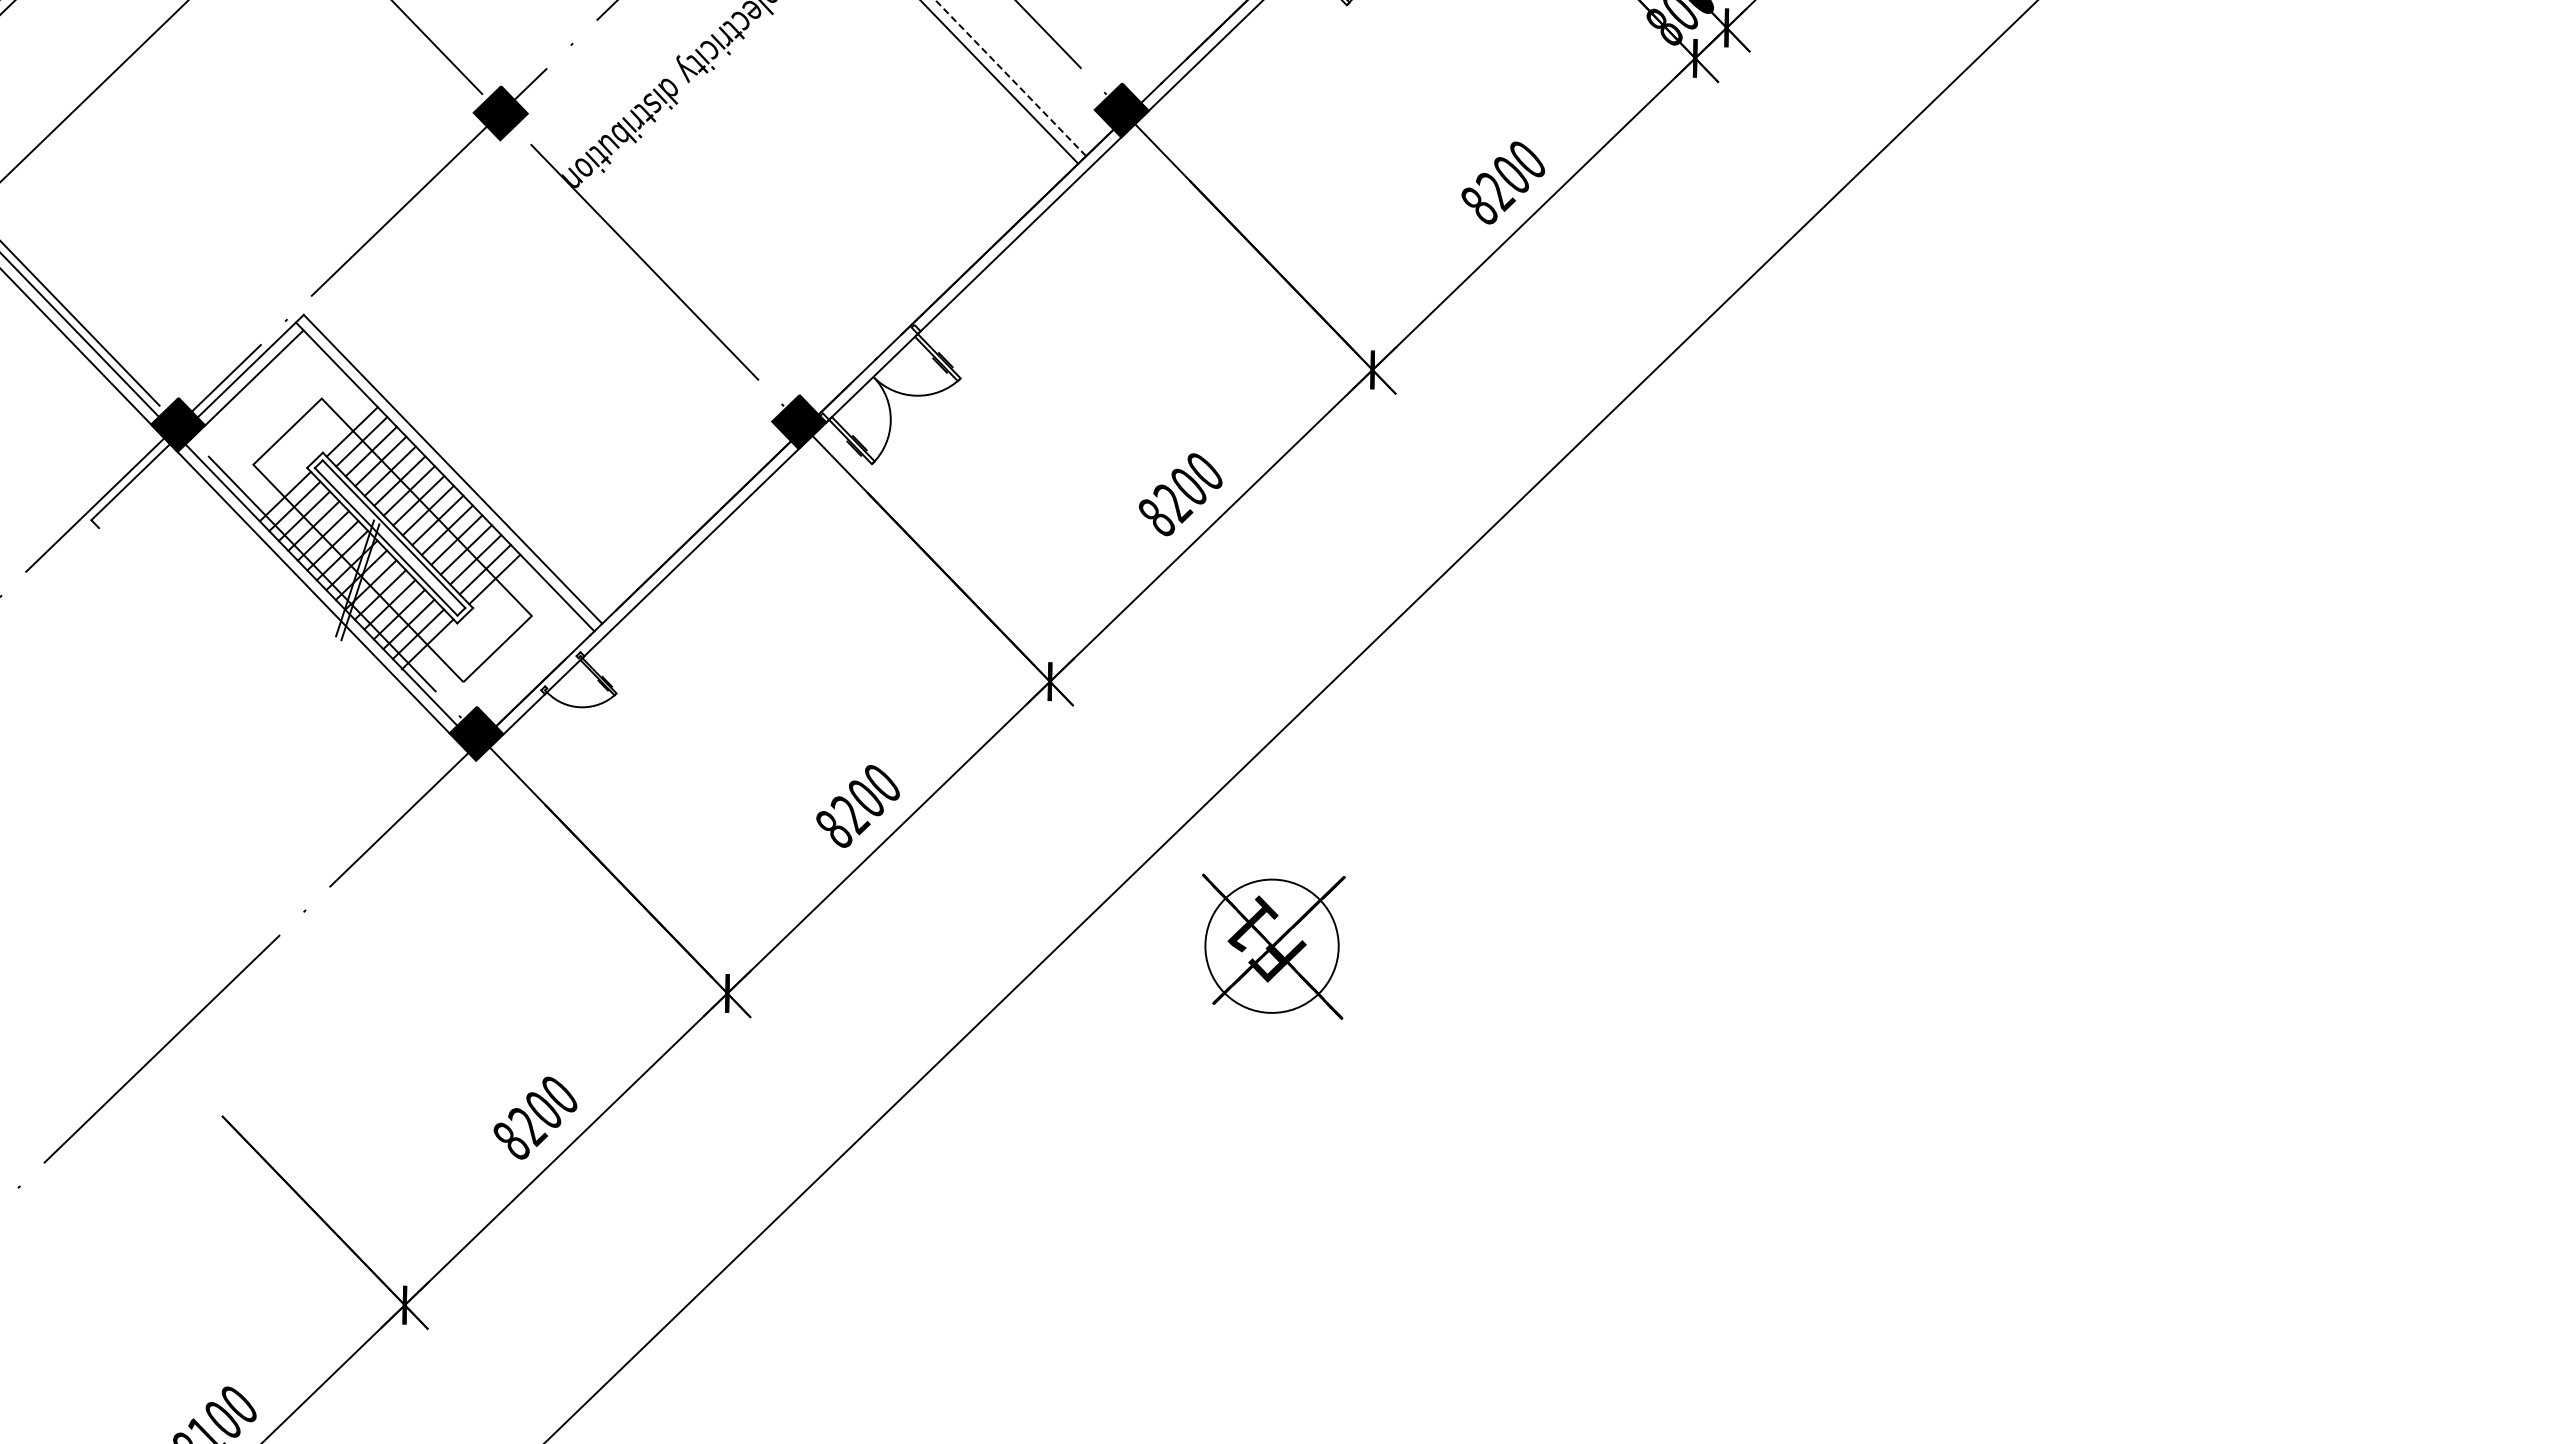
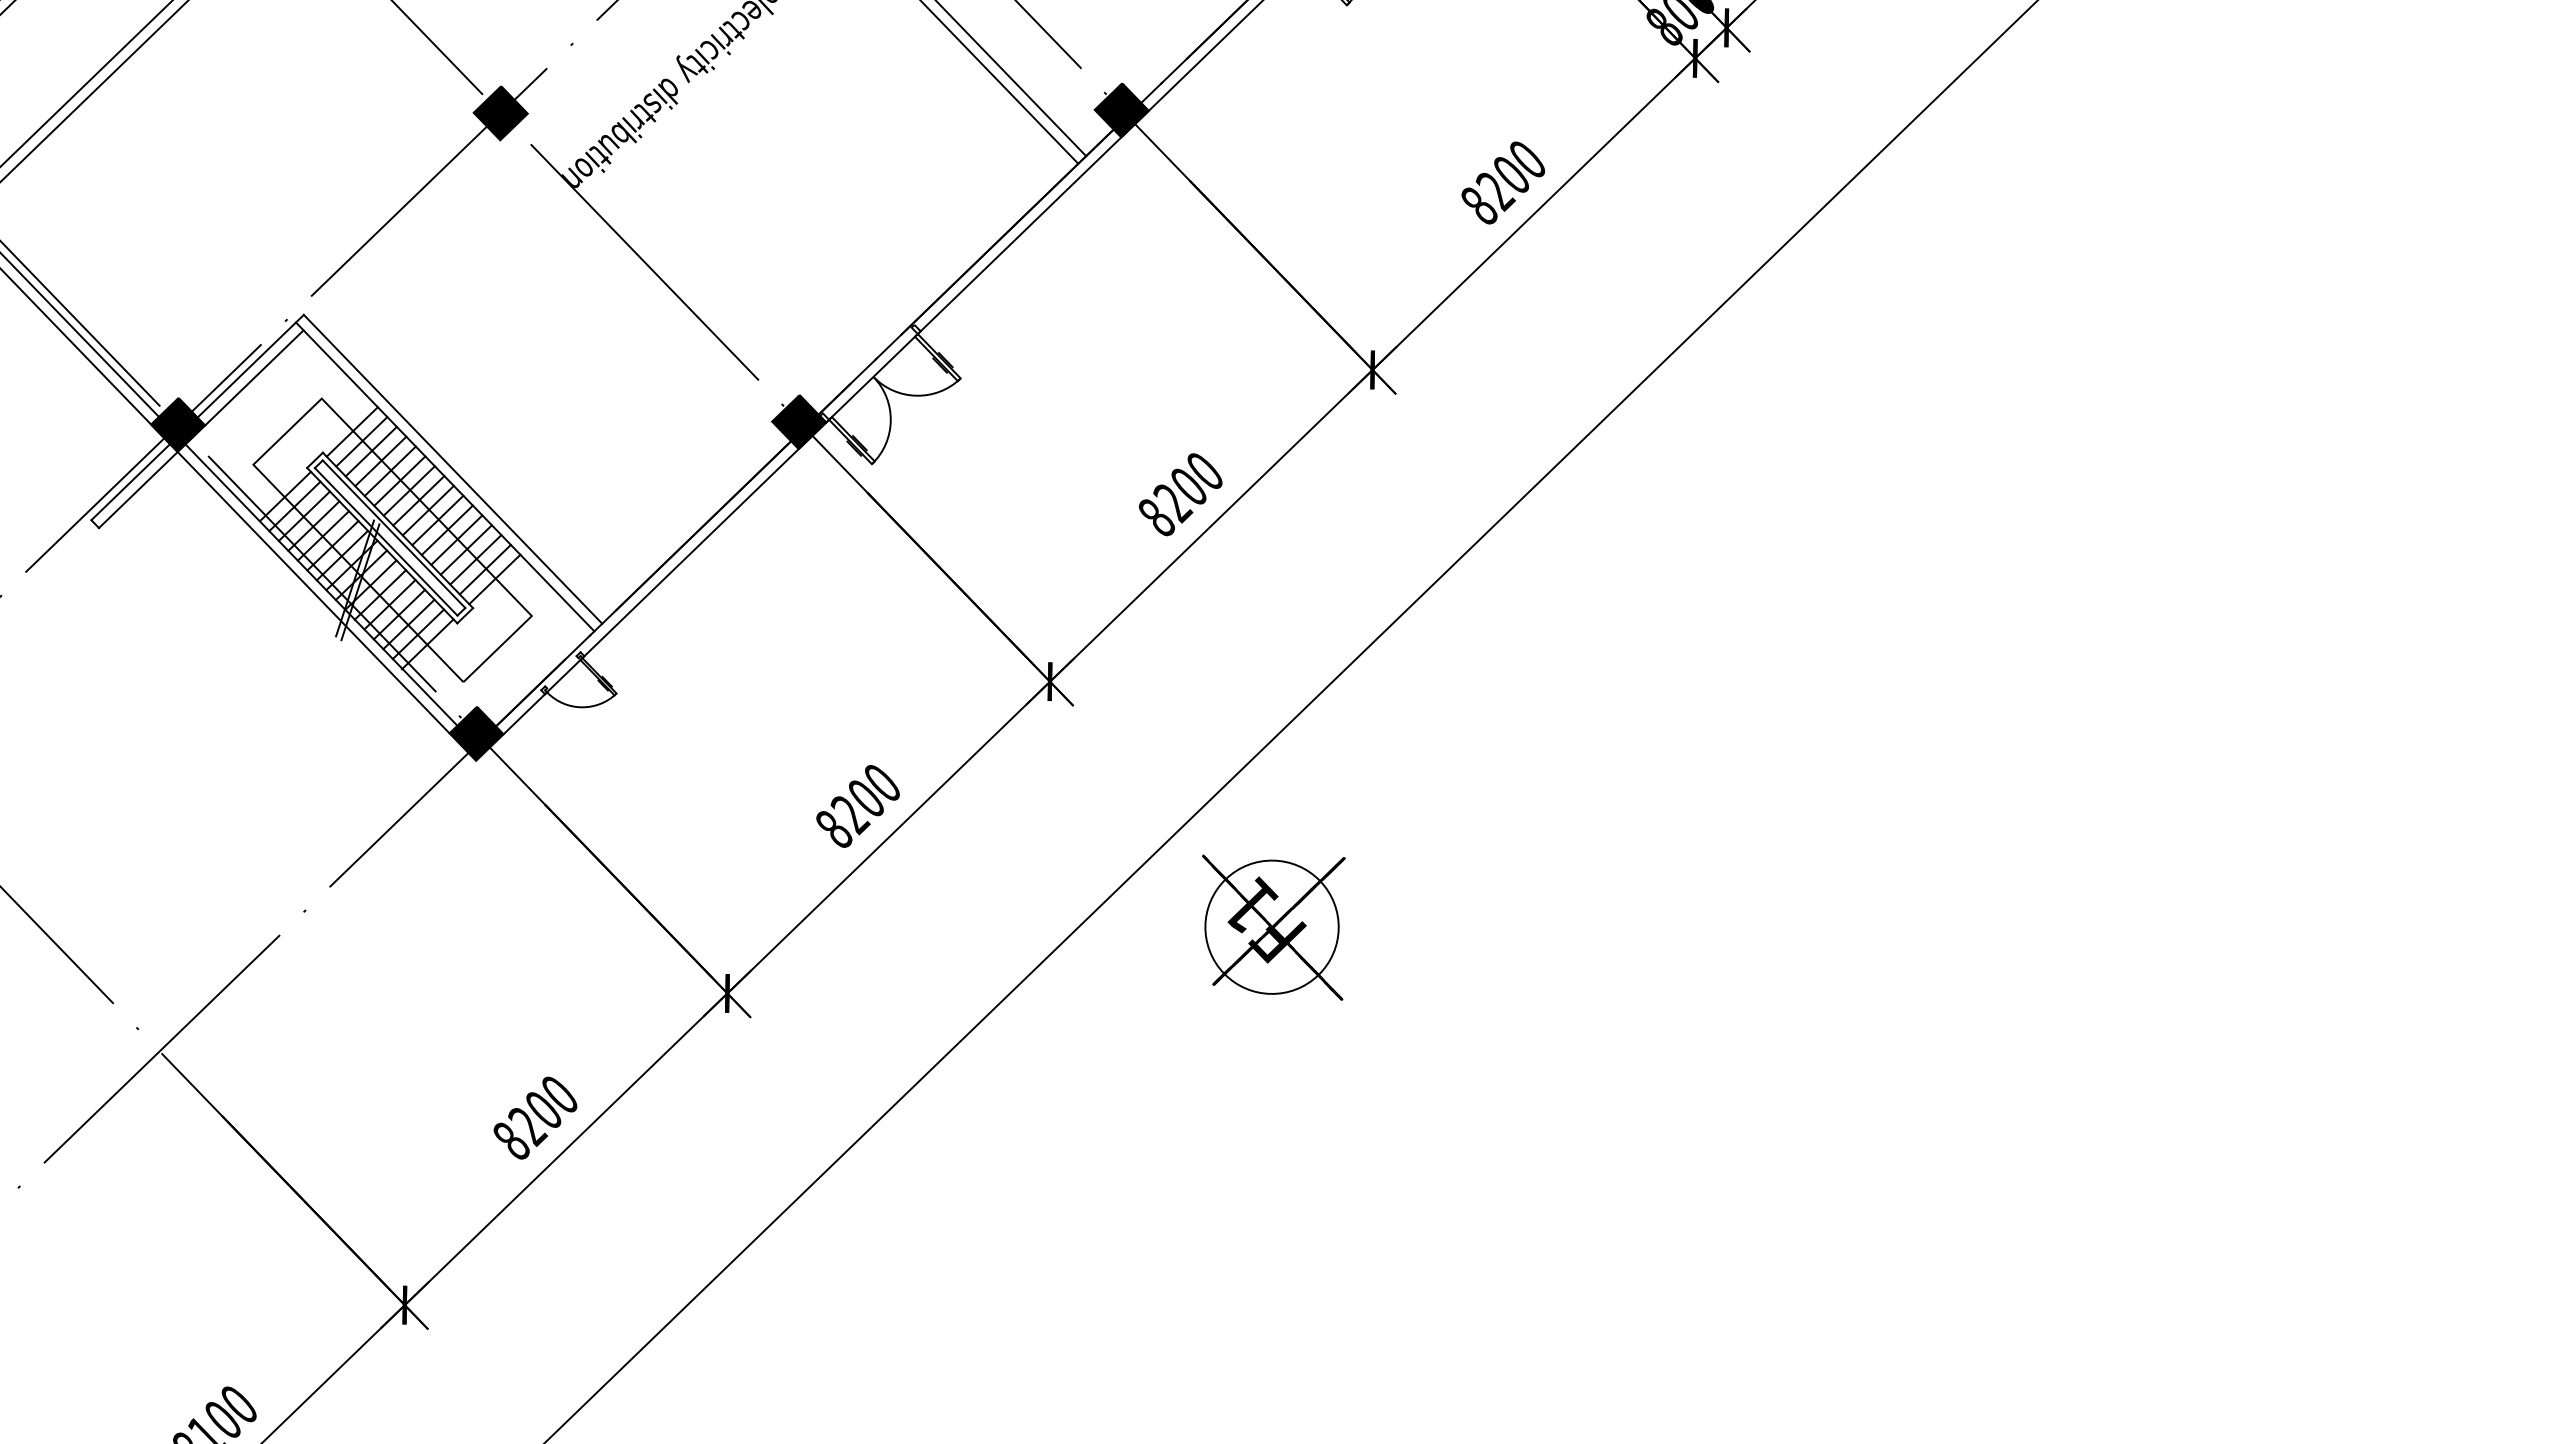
line at (1010, 77): dashed -> solid
line at (86, 83): none -> present
line at (138, 490): none -> present
part at (1273, 946) position: (1273, 946) -> (1273, 927)
line at (195, 1088): none -> present
